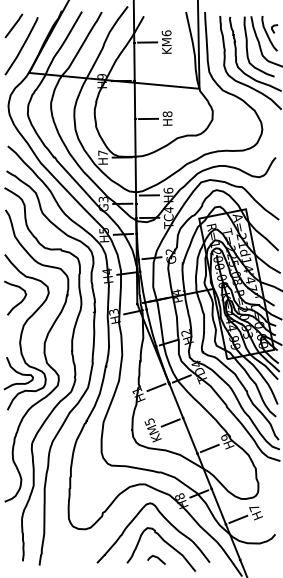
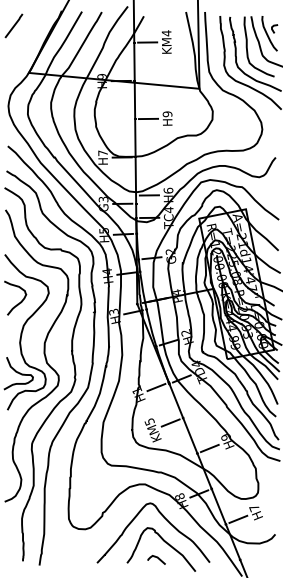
text at (166, 33): KM6 -> KM4
line at (21, 46): present -> none
text at (167, 114): H8 -> H9
